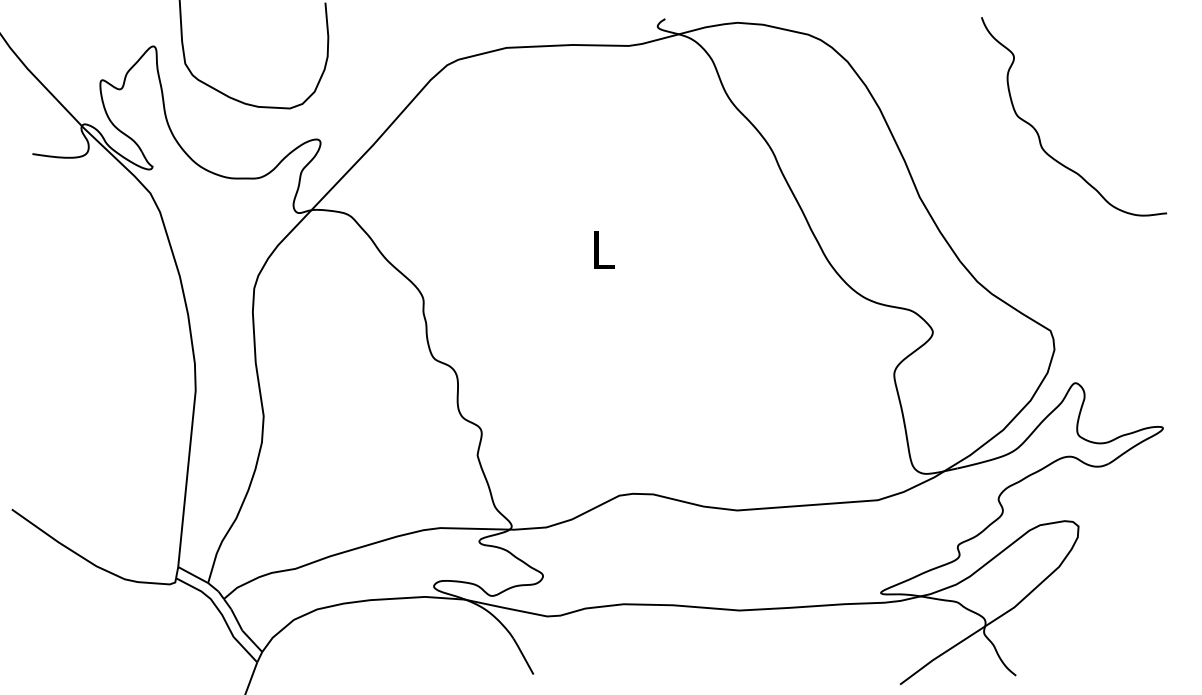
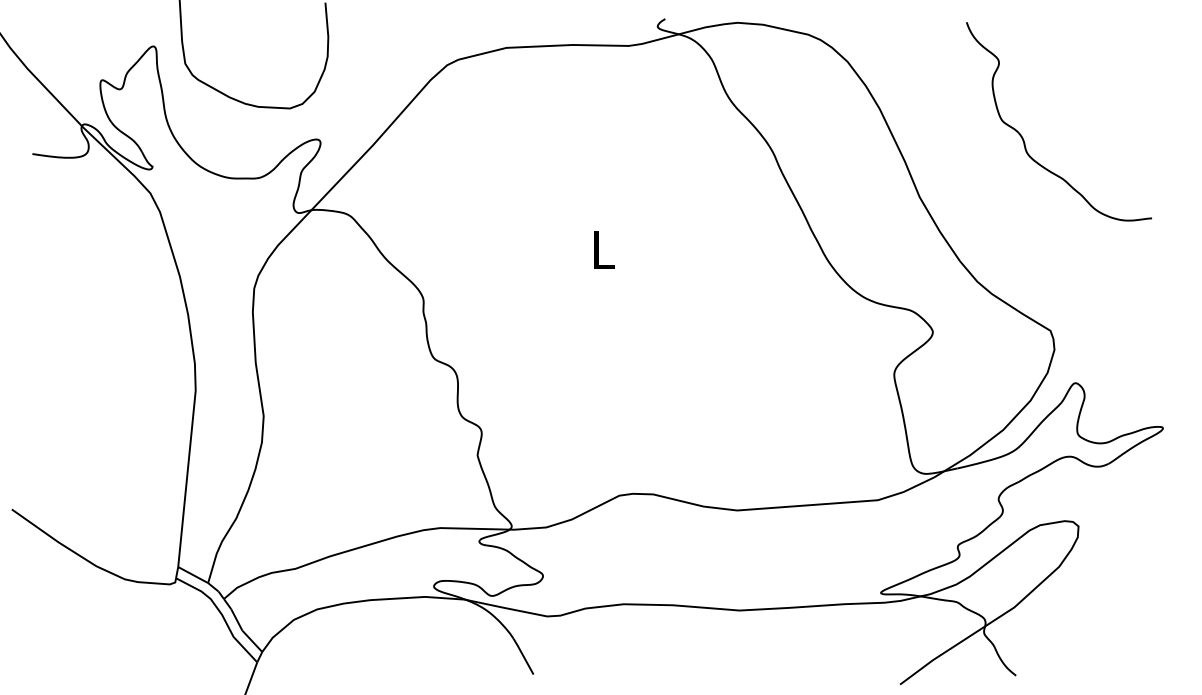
part at (1038, 132) position: (1038, 132) -> (1023, 137)
